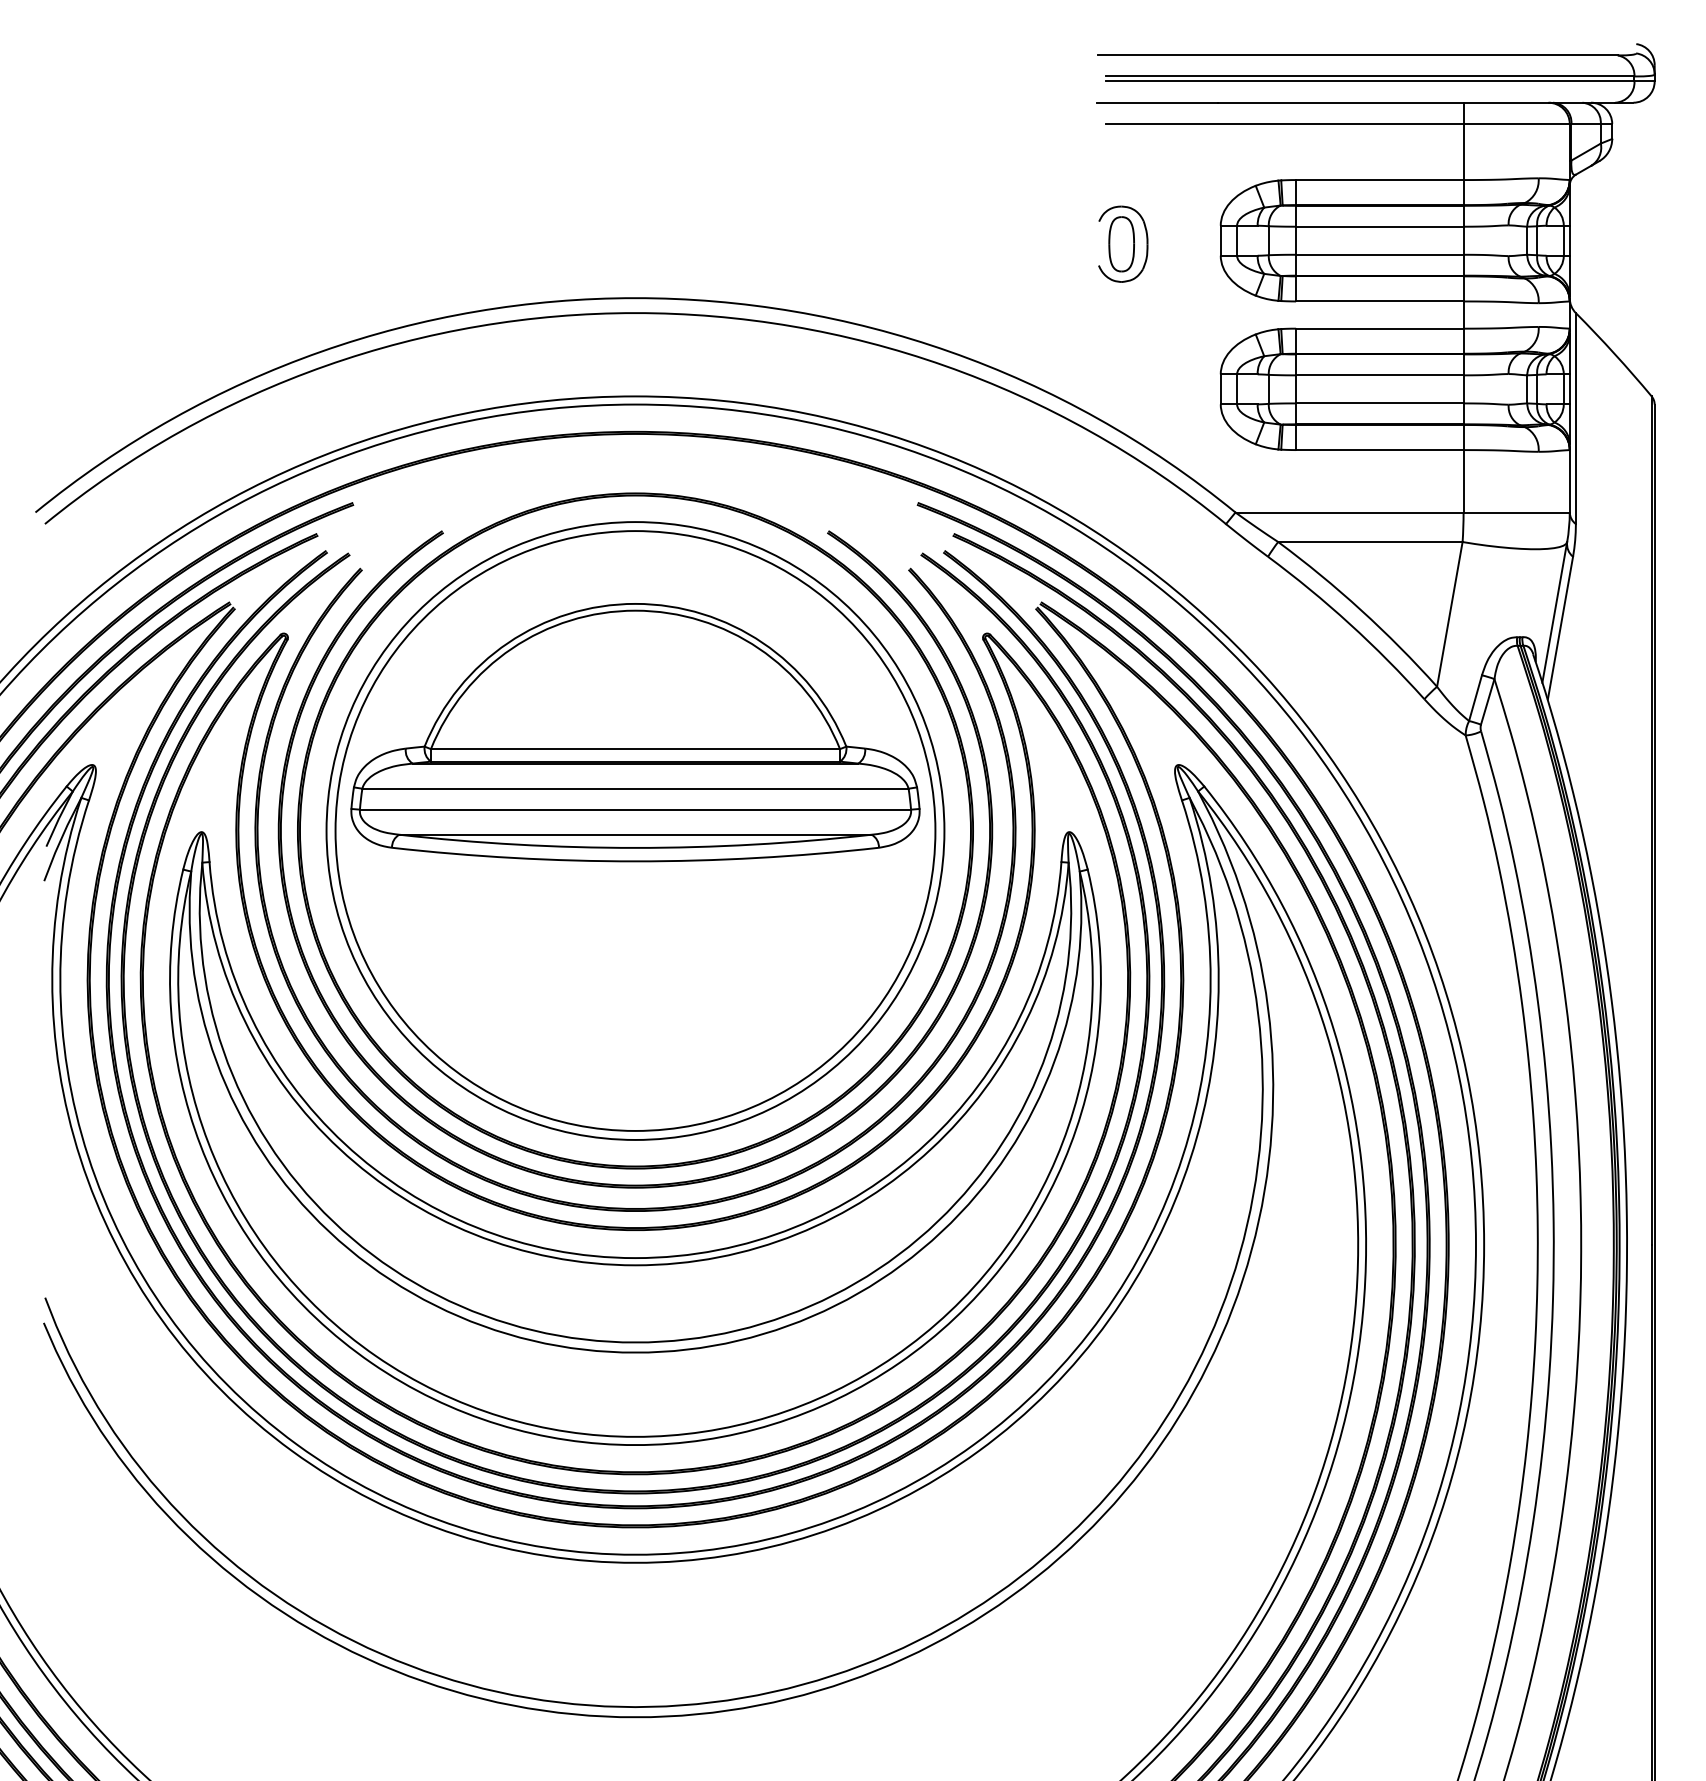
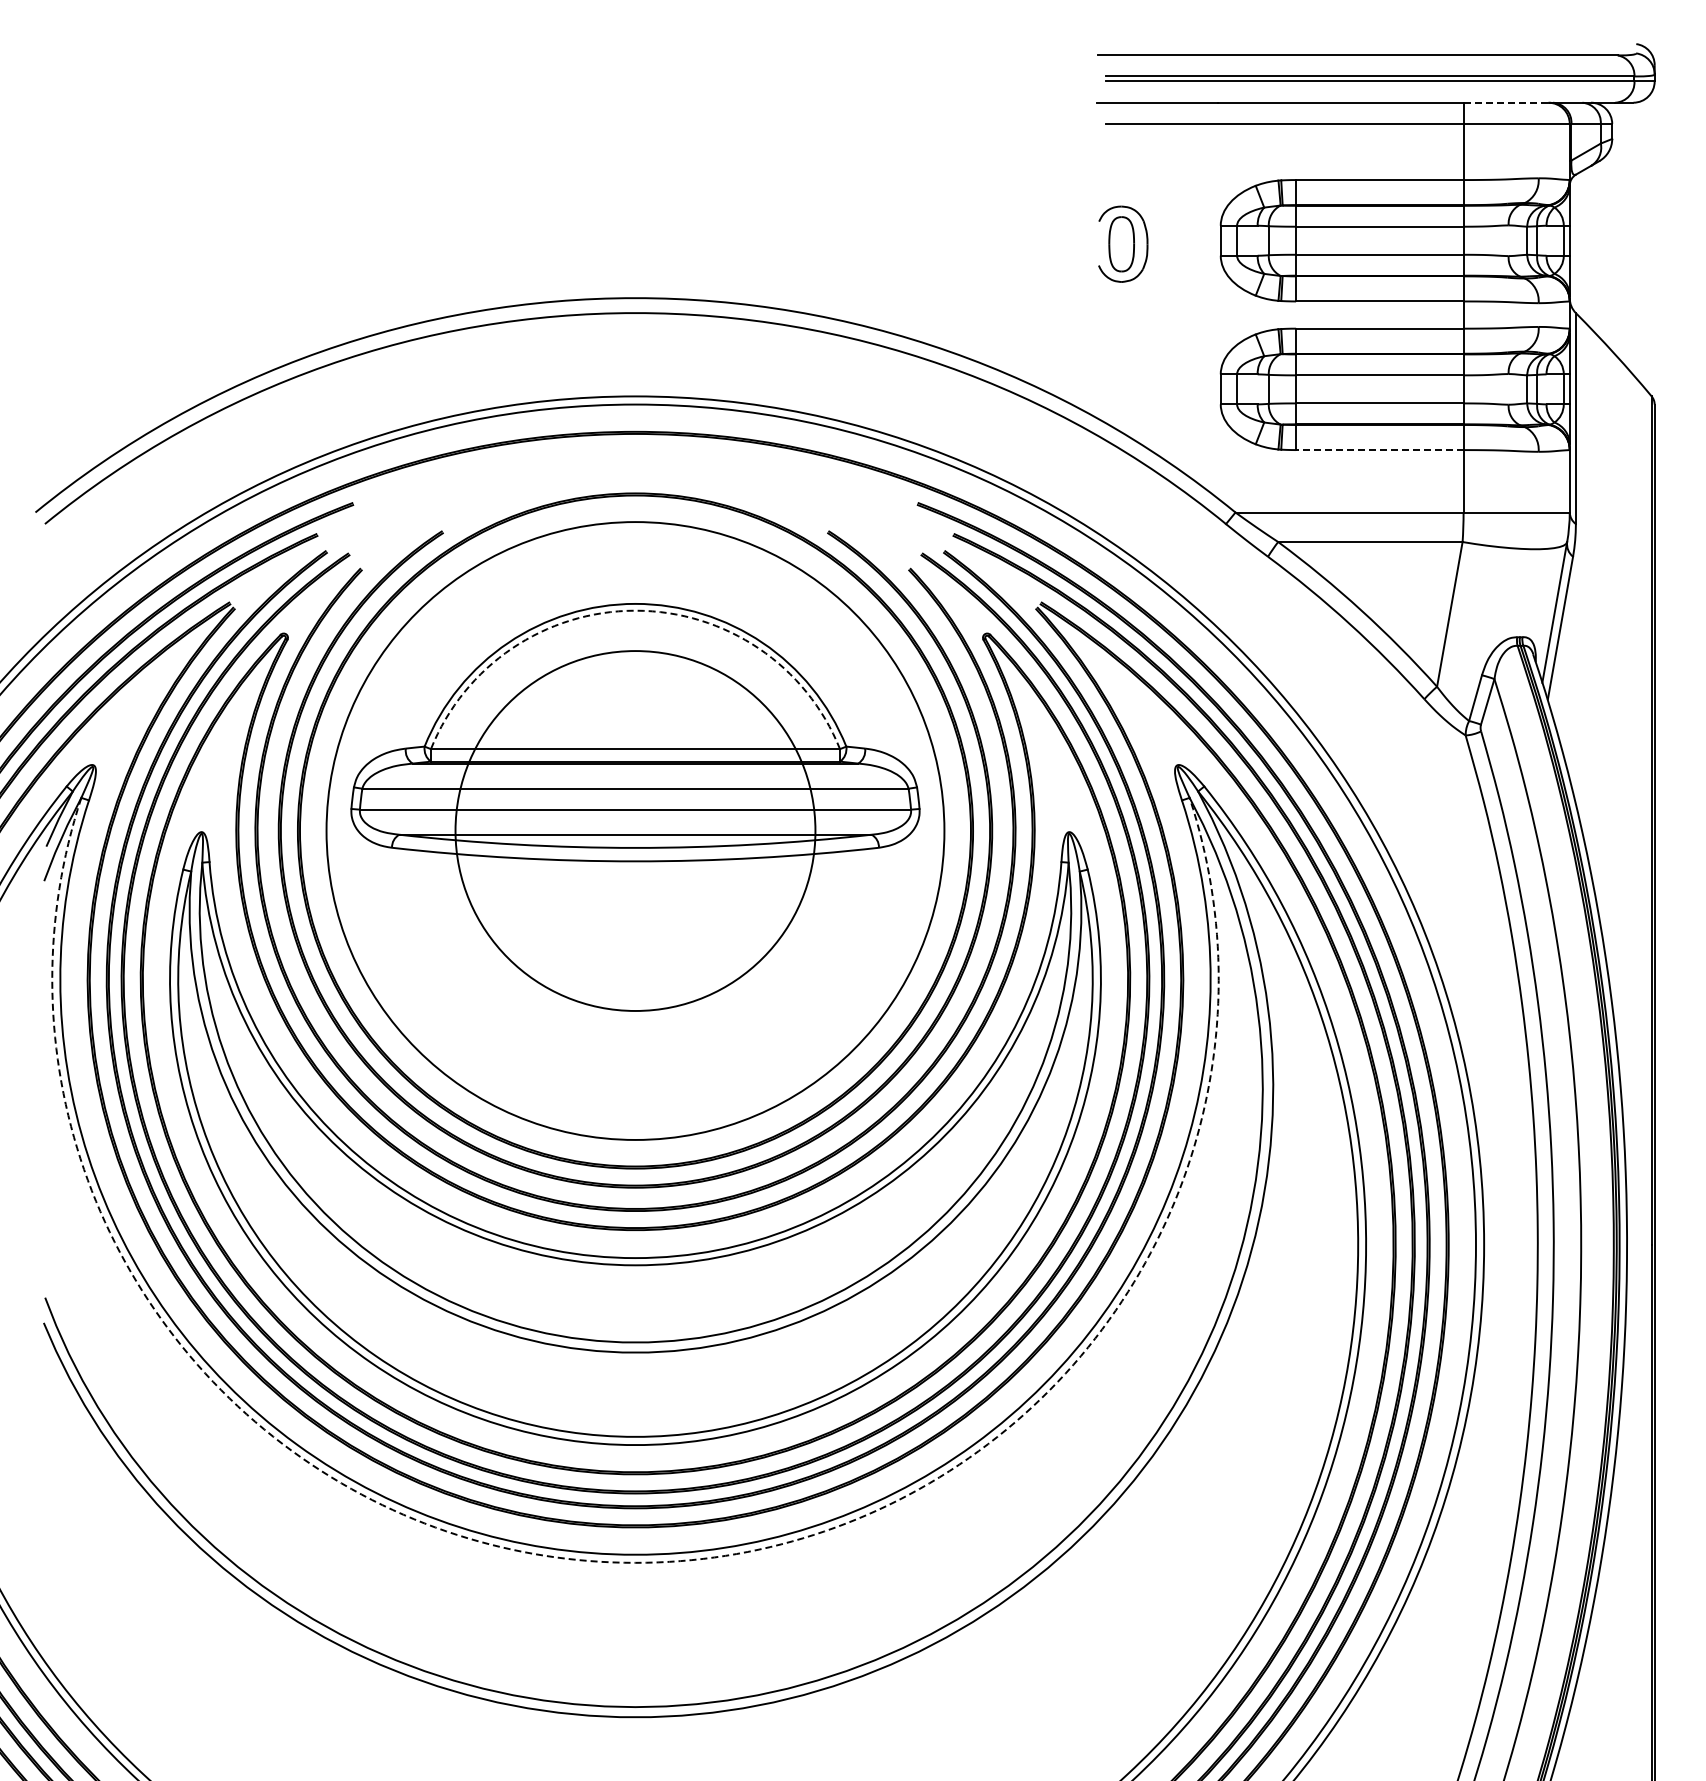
line at (1506, 102): solid -> dashed
line at (1379, 450): solid -> dashed
arc at (635, 610): solid -> dashed
circle at (635, 830) diameter: 600 px -> 360 px
arc at (635, 1562): solid -> dashed
